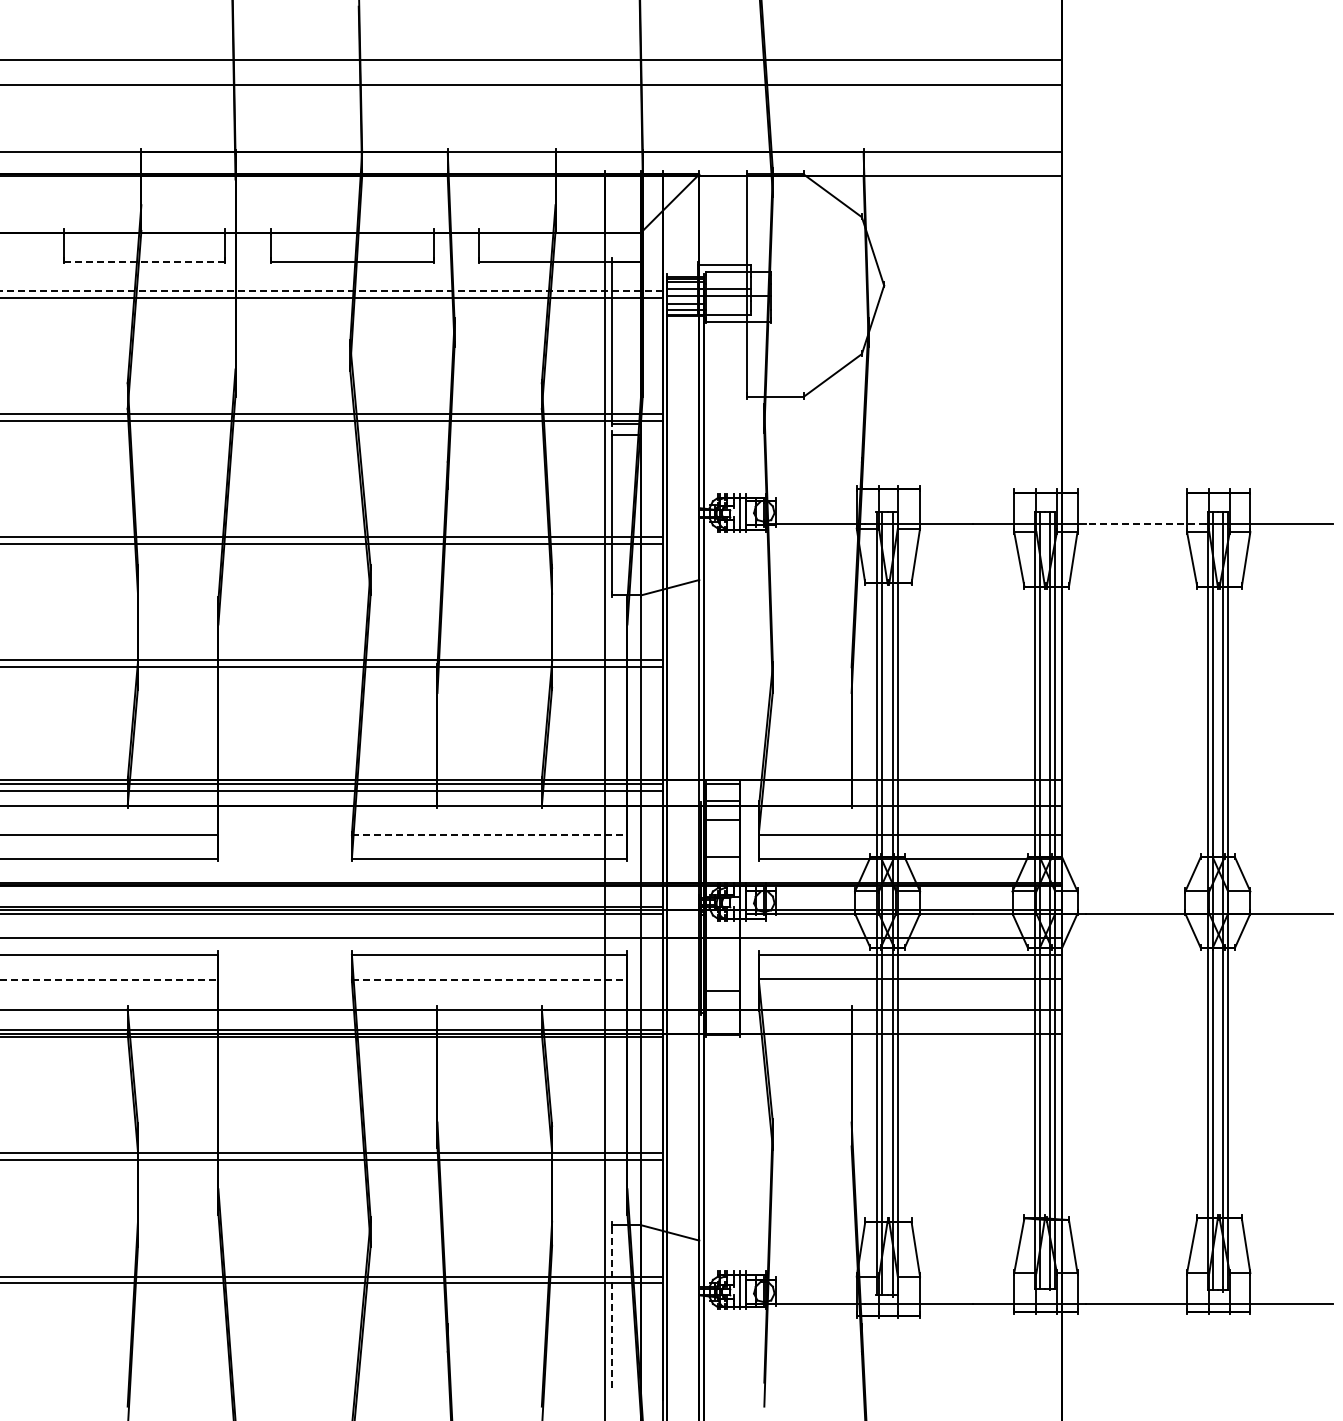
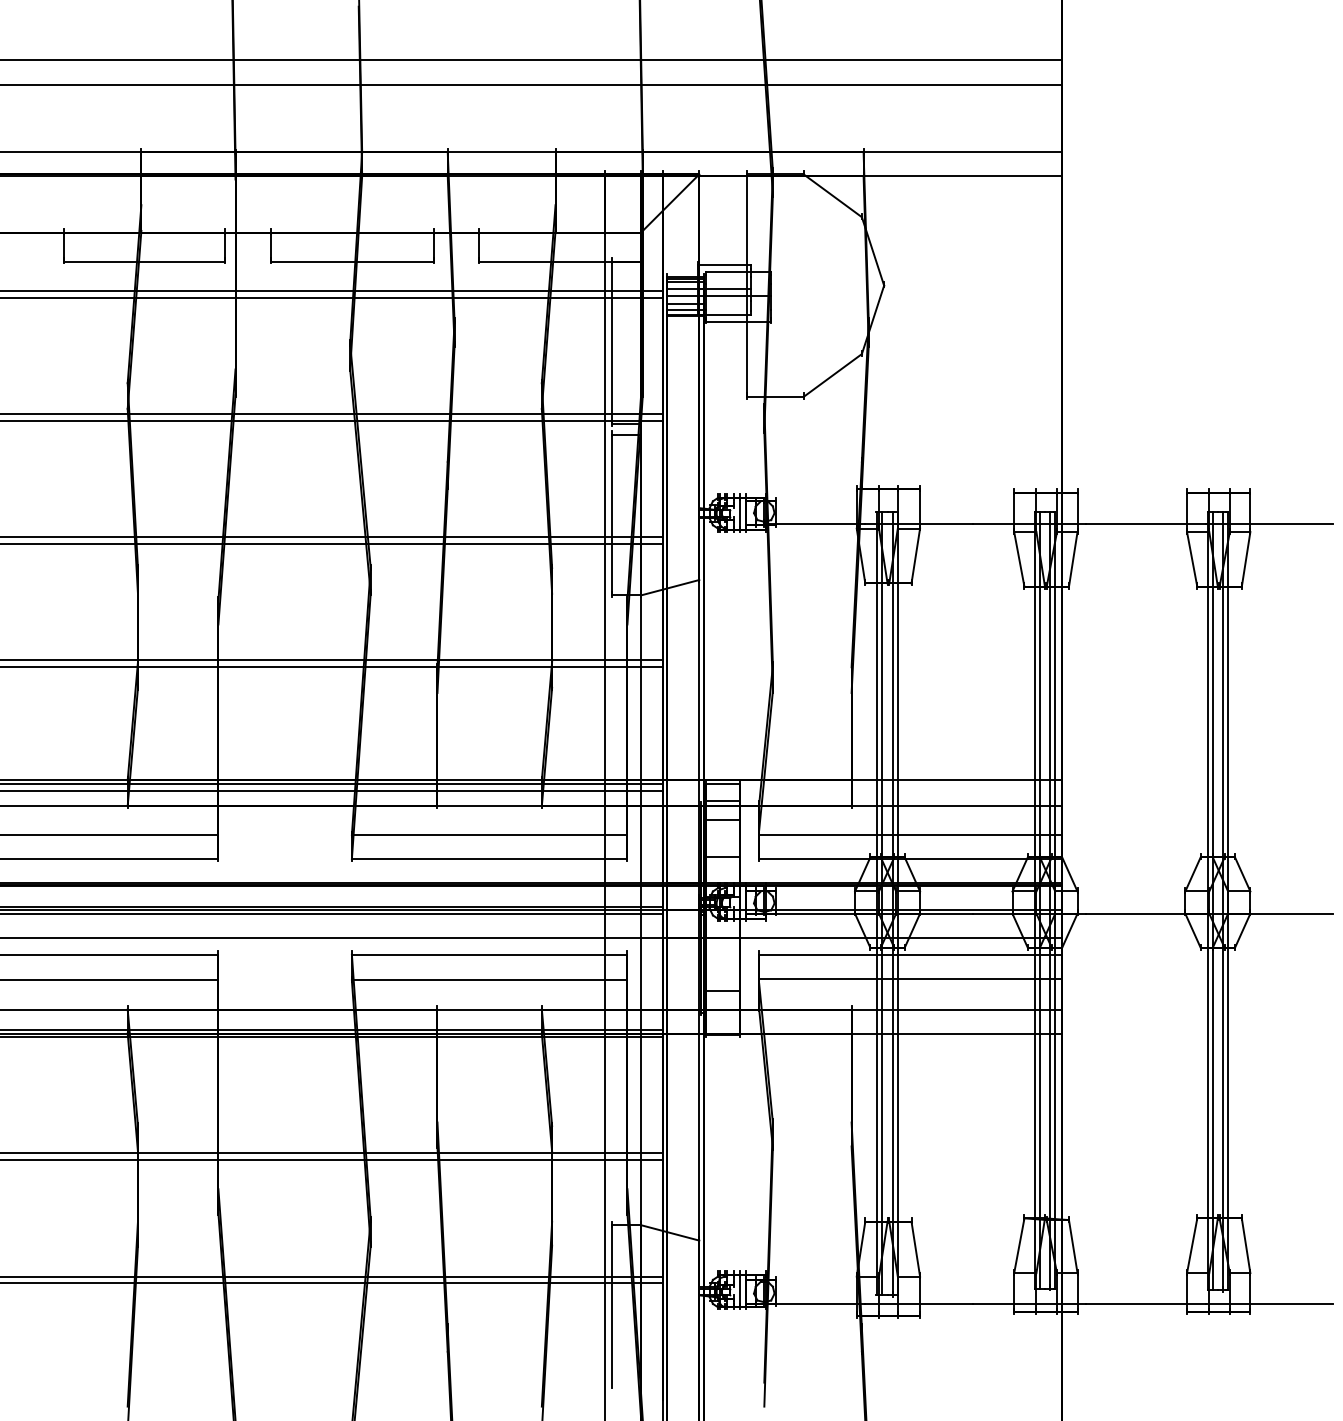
line at (145, 261): dashed -> solid
line at (331, 290): dashed -> solid
line at (1145, 523): dashed -> solid
line at (489, 835): dashed -> solid
line at (109, 980): dashed -> solid
line at (489, 980): dashed -> solid
line at (612, 1305): dashed -> solid
